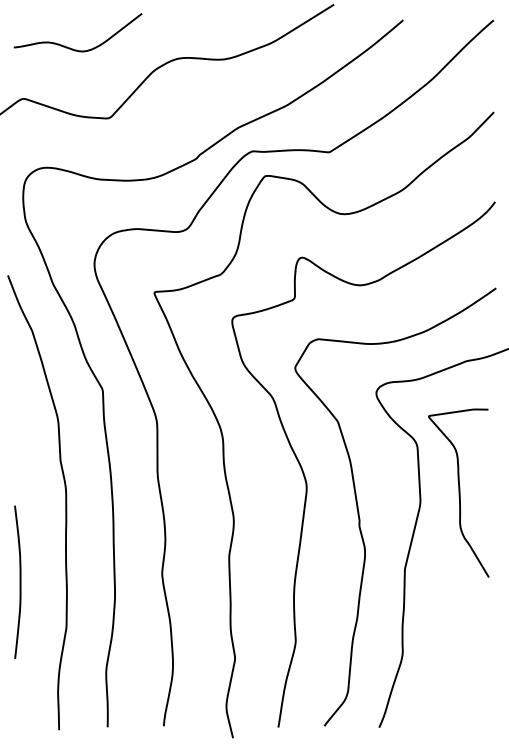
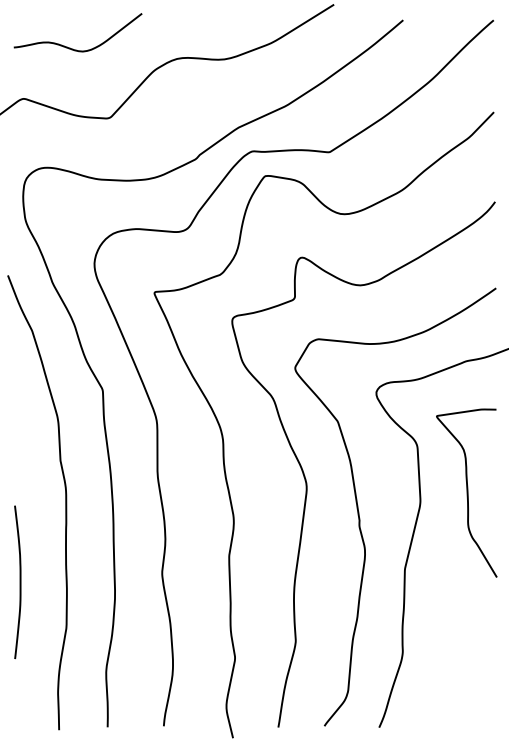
curve at (458, 492) position: (458, 492) -> (466, 492)
